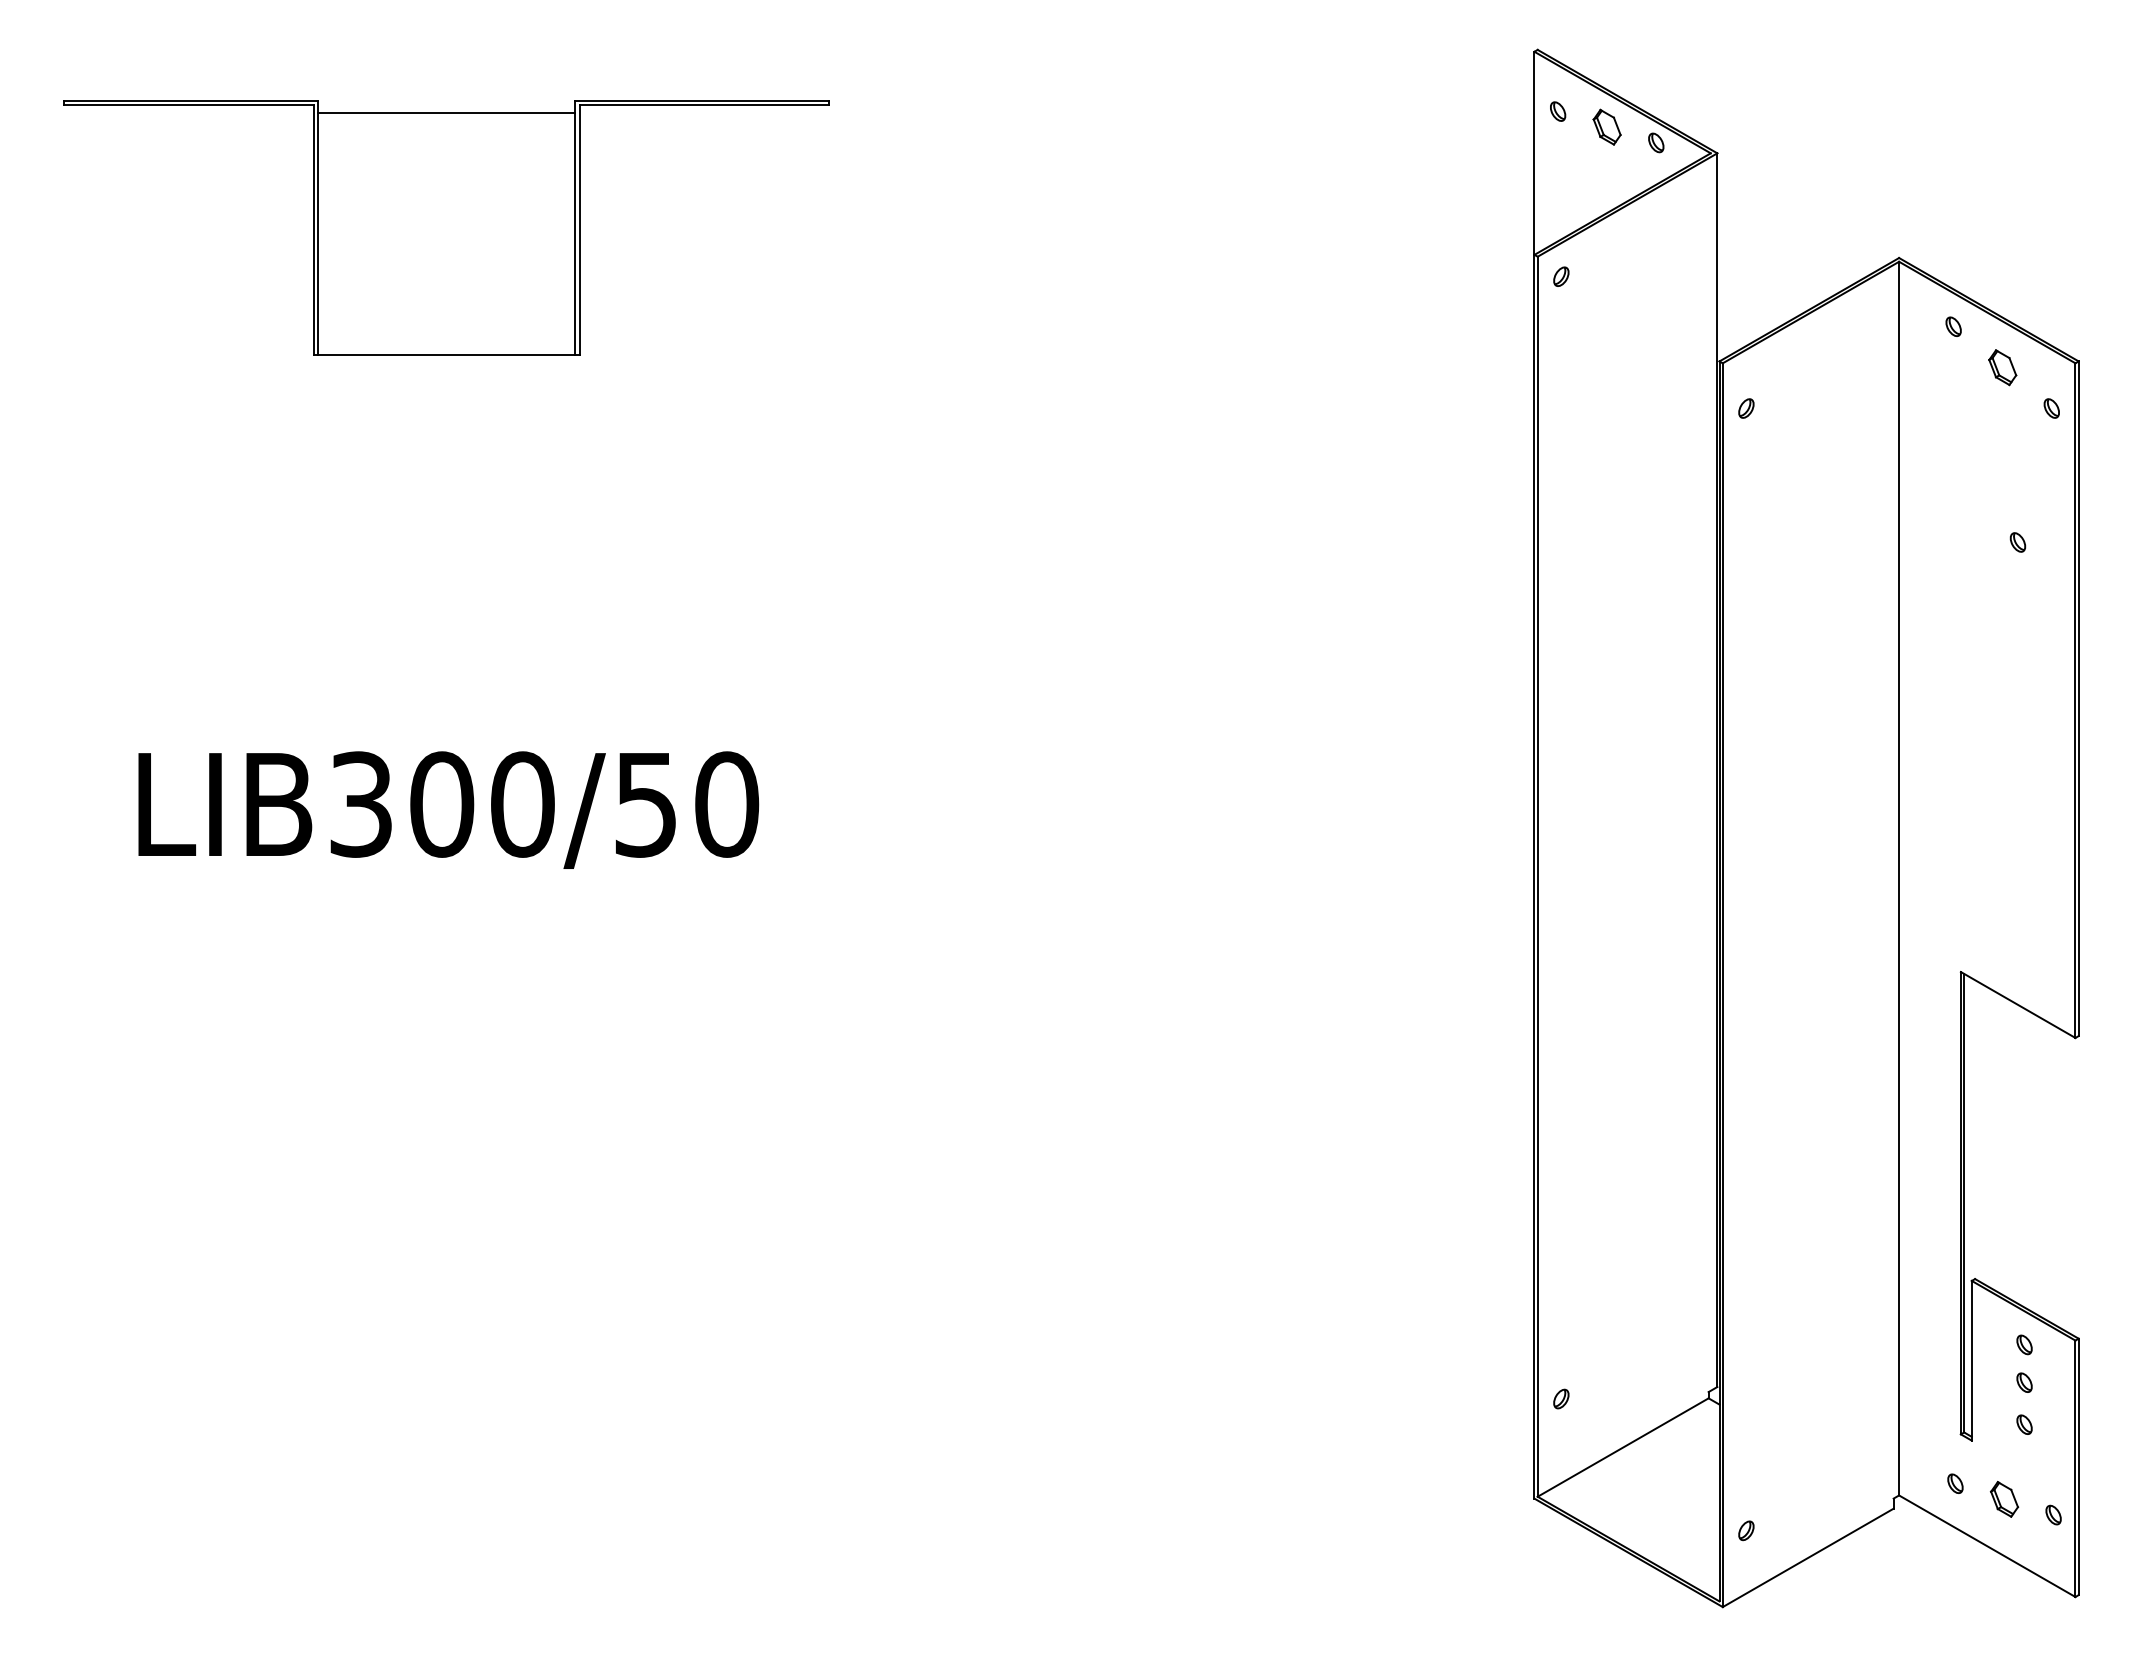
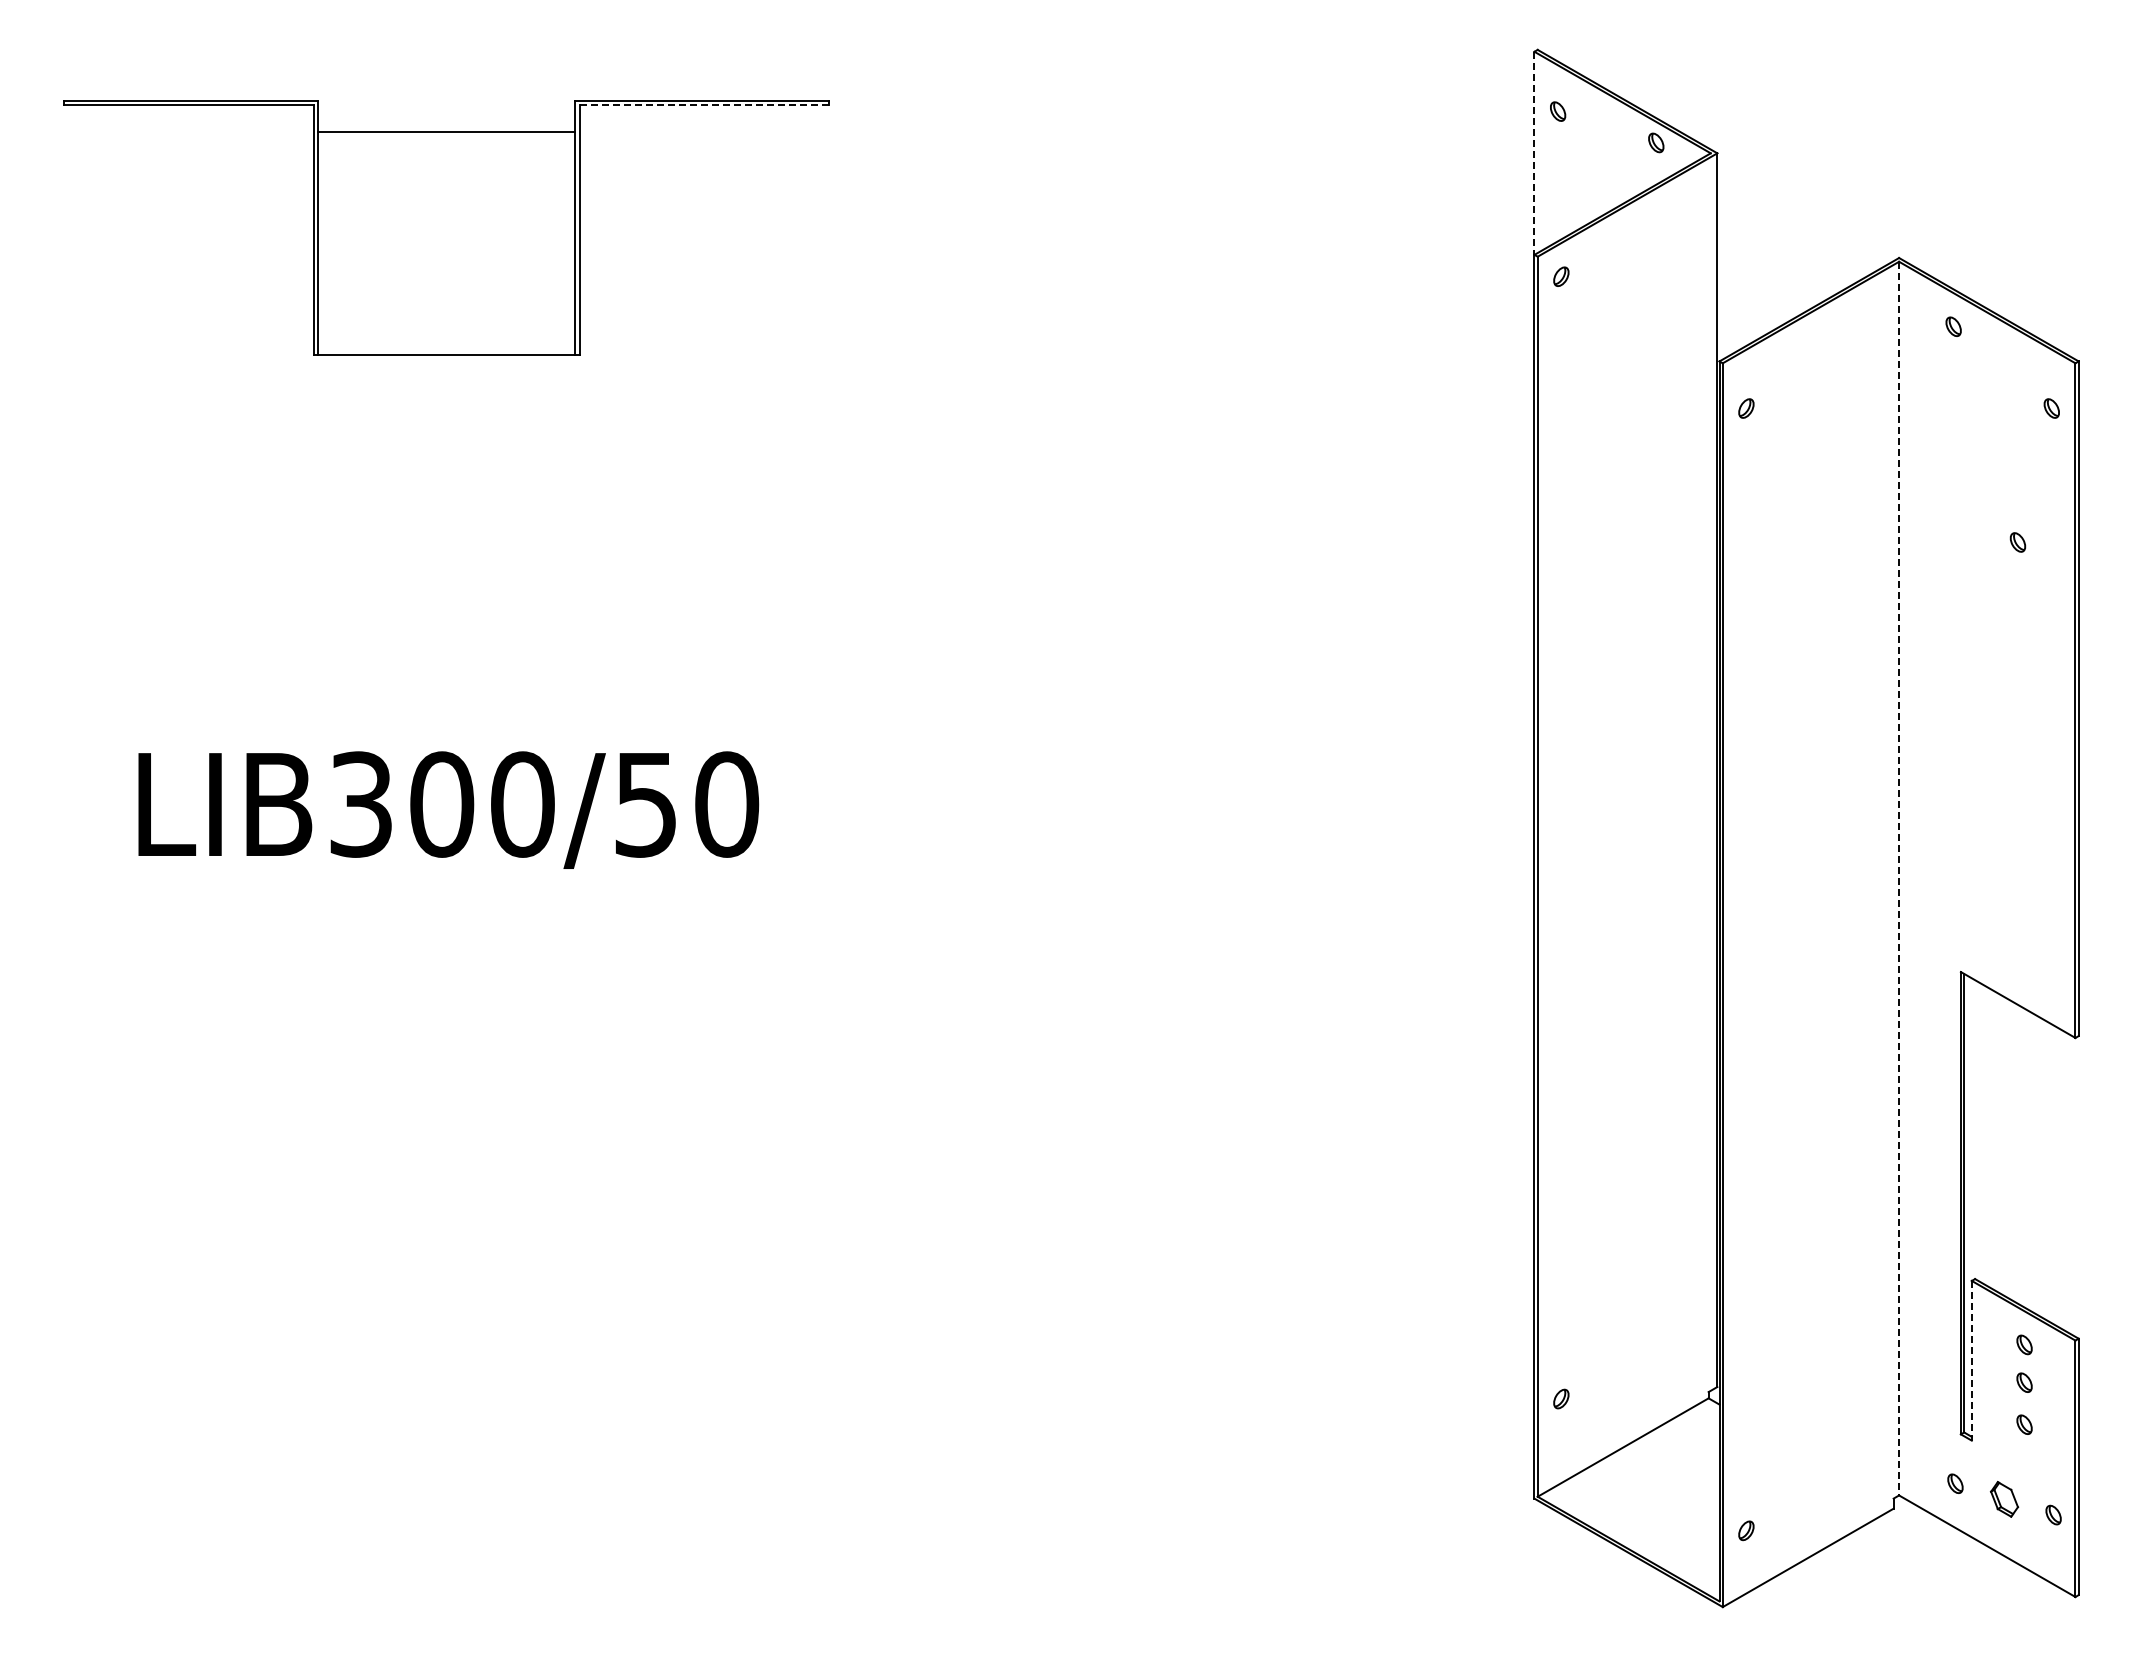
line at (704, 105): solid -> dashed
line at (446, 113) position: (446, 113) -> (446, 132)
part at (1606, 126): present -> none
line at (1534, 153): solid -> dashed
part at (2002, 367): present -> none
line at (1899, 878): solid -> dashed
line at (1971, 1360): solid -> dashed
